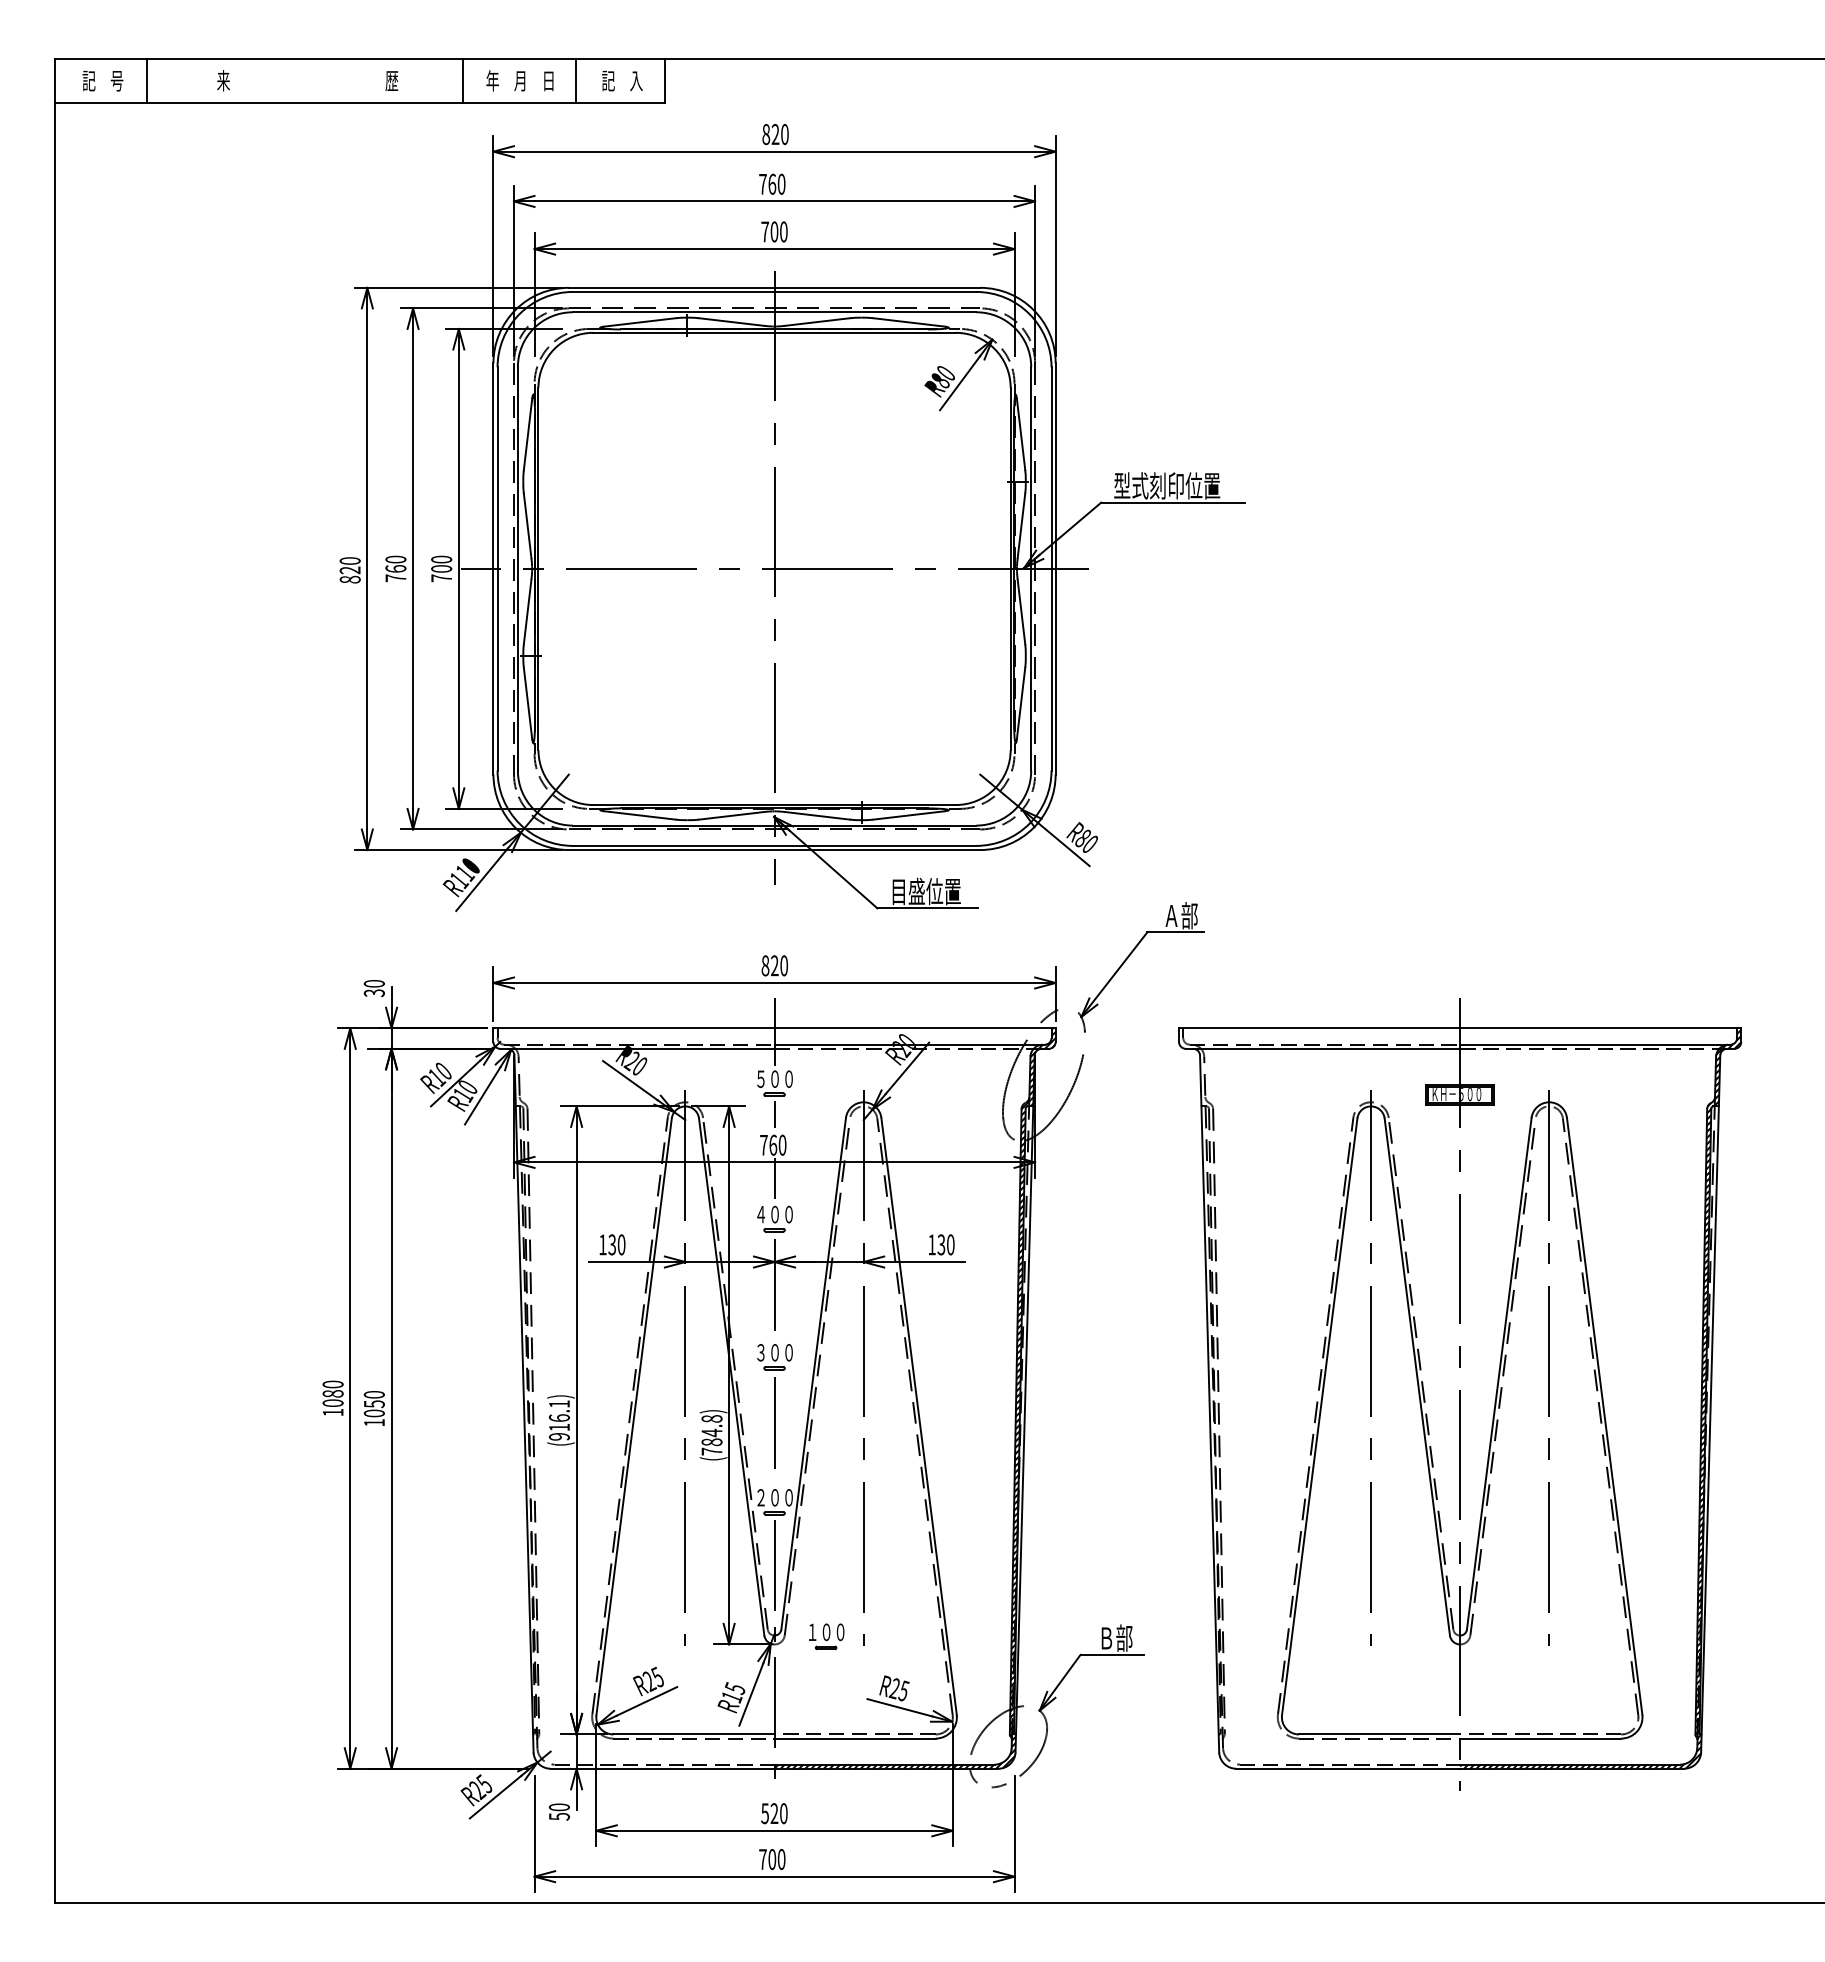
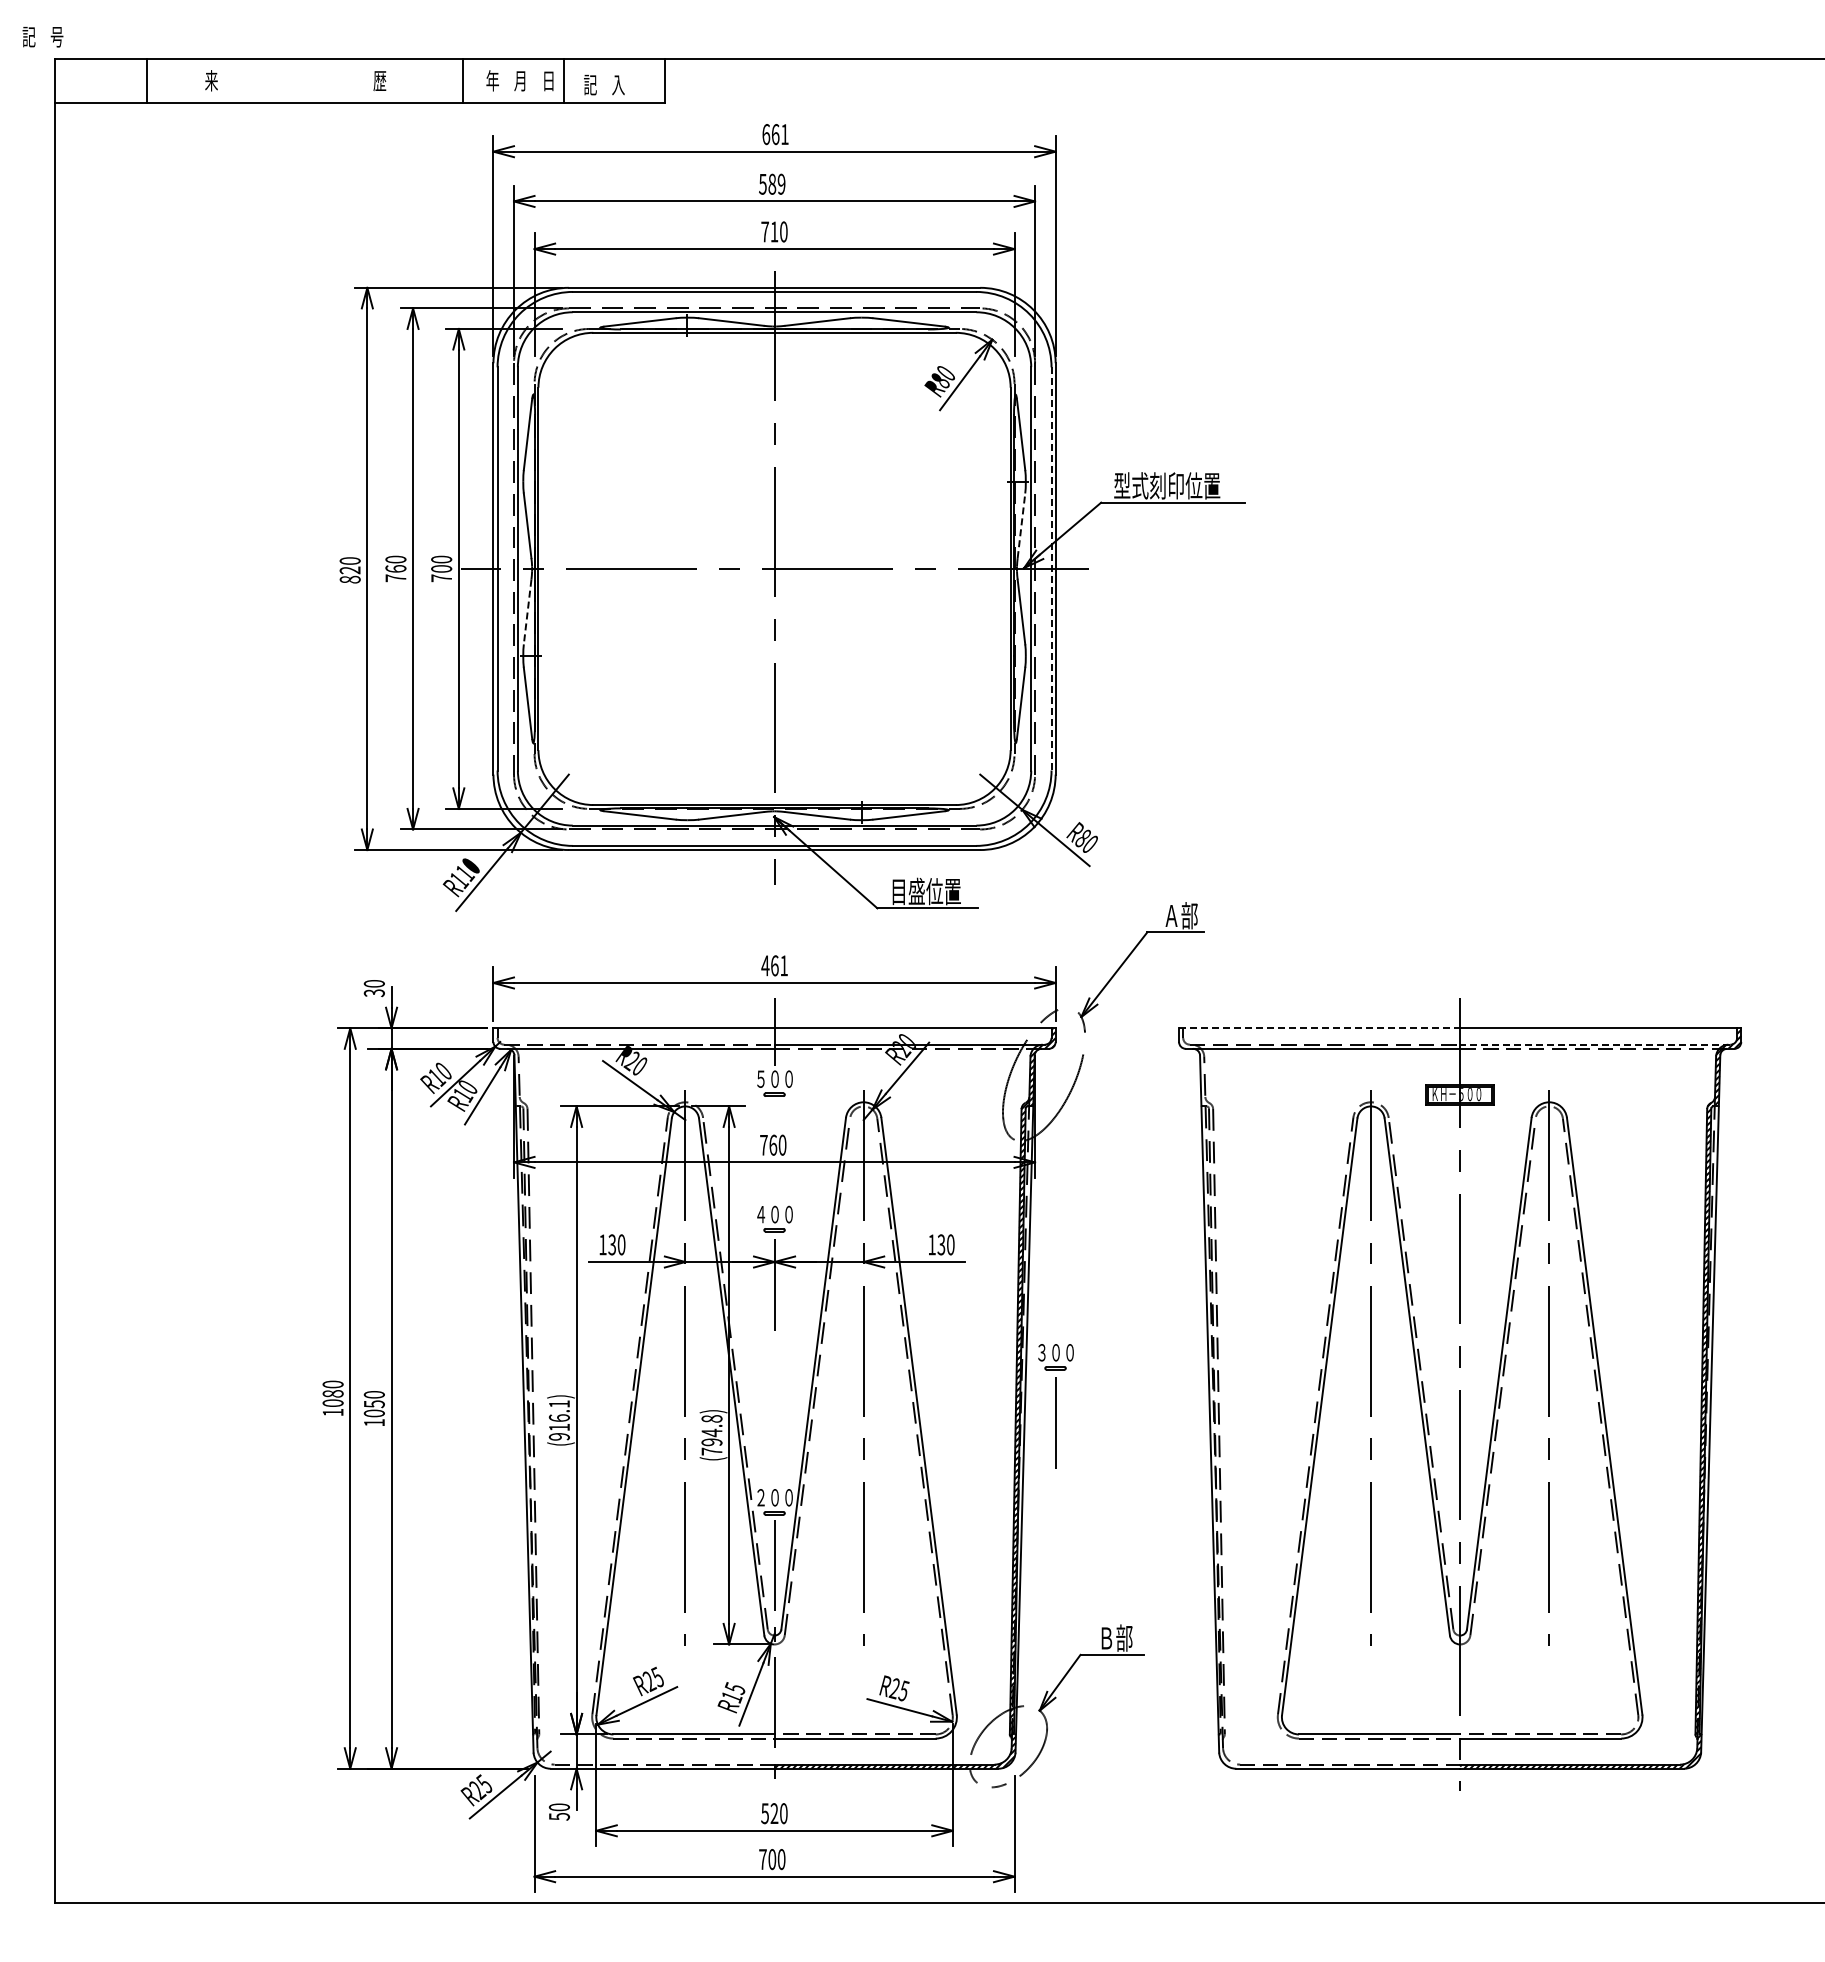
text at (102, 80) position: (102, 80) -> (42, 36)
text at (307, 80) position: (307, 80) -> (295, 80)
line at (576, 80) position: (576, 80) -> (564, 80)
text at (622, 80) position: (622, 80) -> (604, 84)
text at (775, 134): 820 -> 661
text at (772, 183): 760 -> 589
text at (774, 231): 700 -> 710
line at (1021, 525): solid -> dashed
line at (1051, 568): solid -> dashed
line at (527, 612): solid -> dashed
text at (774, 965): 820 -> 461
line at (1319, 1028): solid -> dashed
line at (1594, 1044): solid -> dashed
line at (774, 1113): present -> none
line at (774, 1178): present -> none
part at (774, 1406) position: (774, 1406) -> (1055, 1406)
text at (711, 1442): (784.8) -> (794.8)
part at (826, 1636): present -> none
